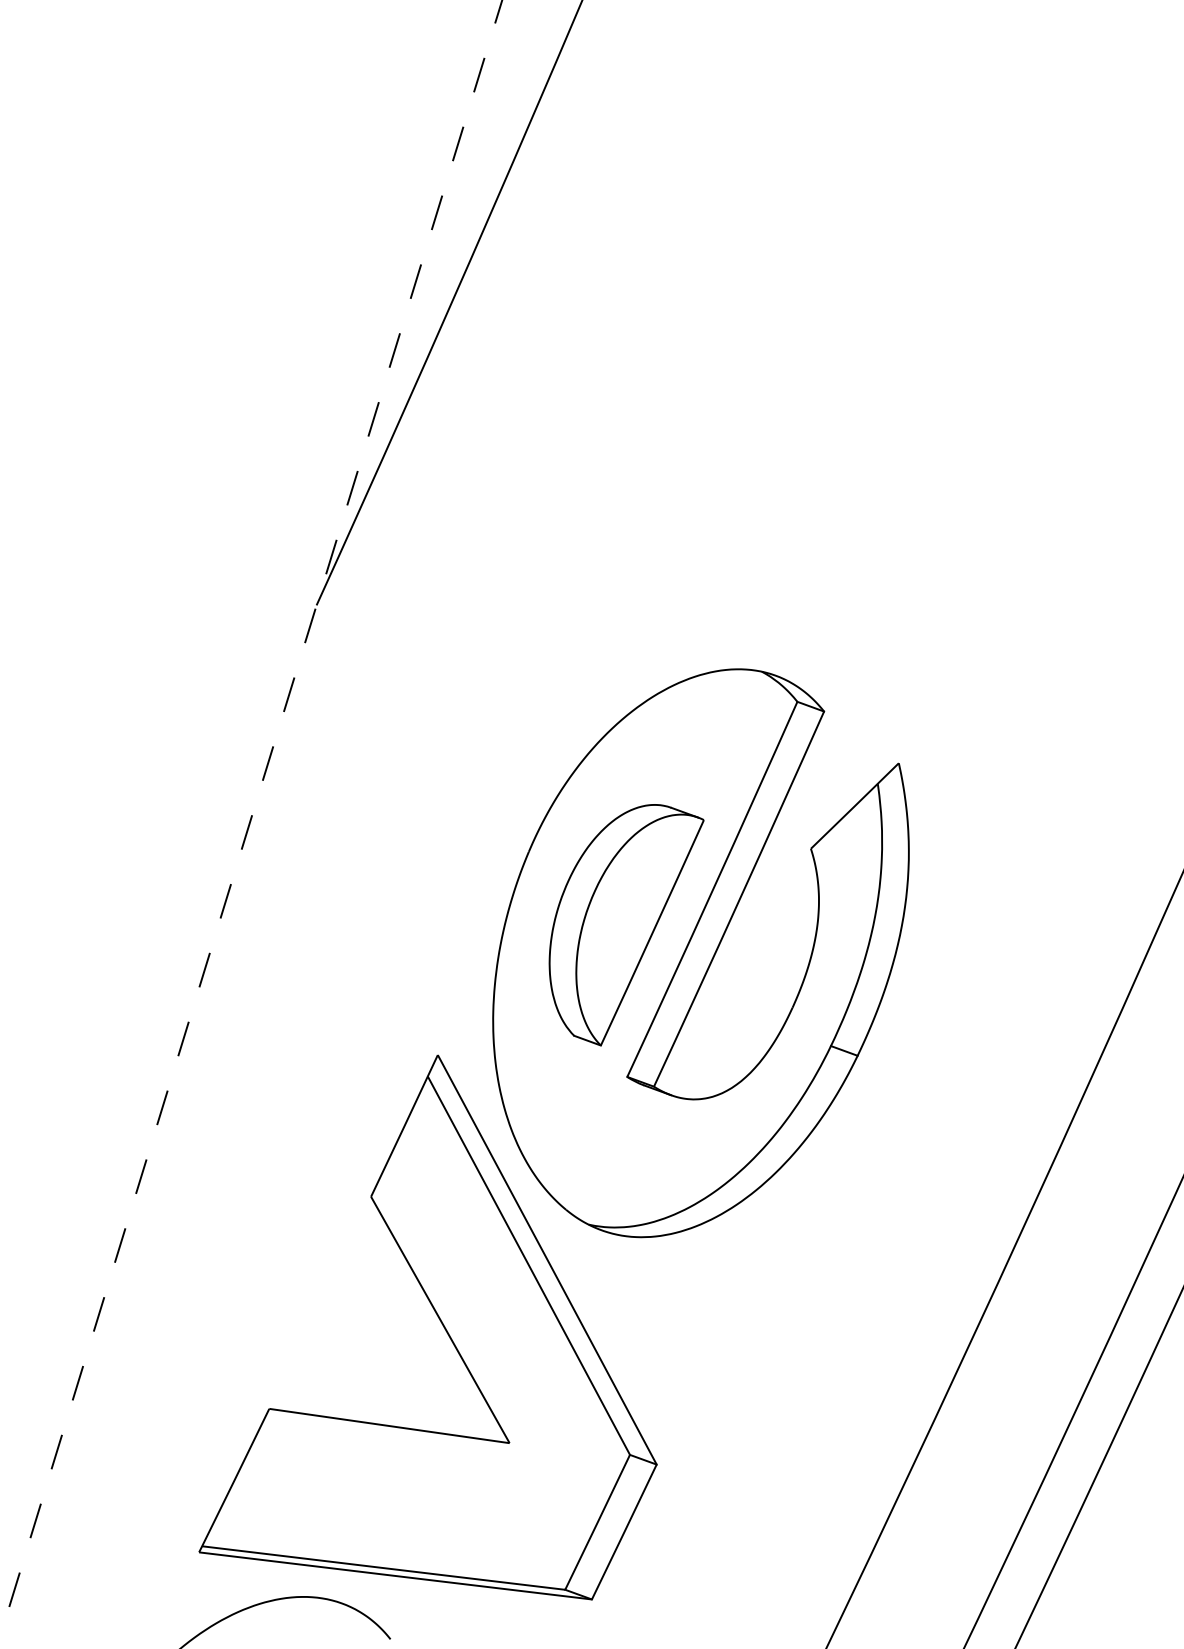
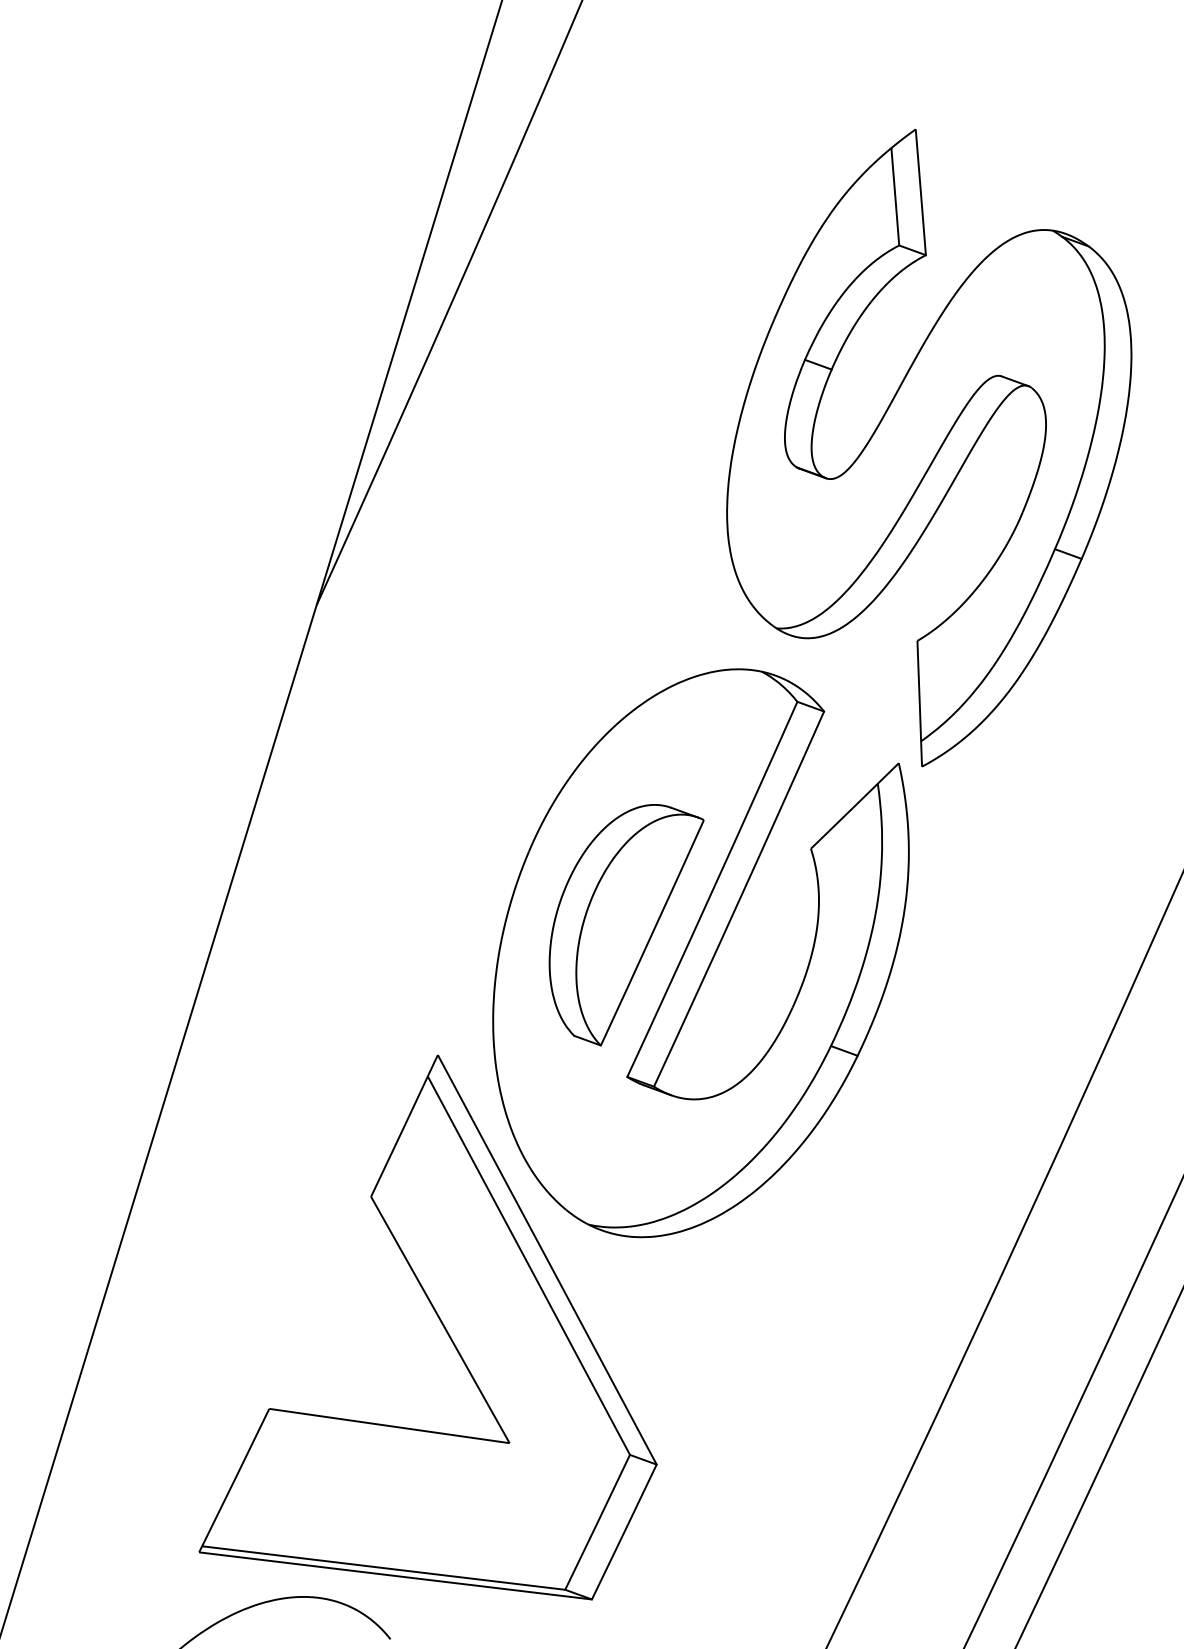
part at (929, 447): none -> present
line at (251, 818): dashed -> solid
